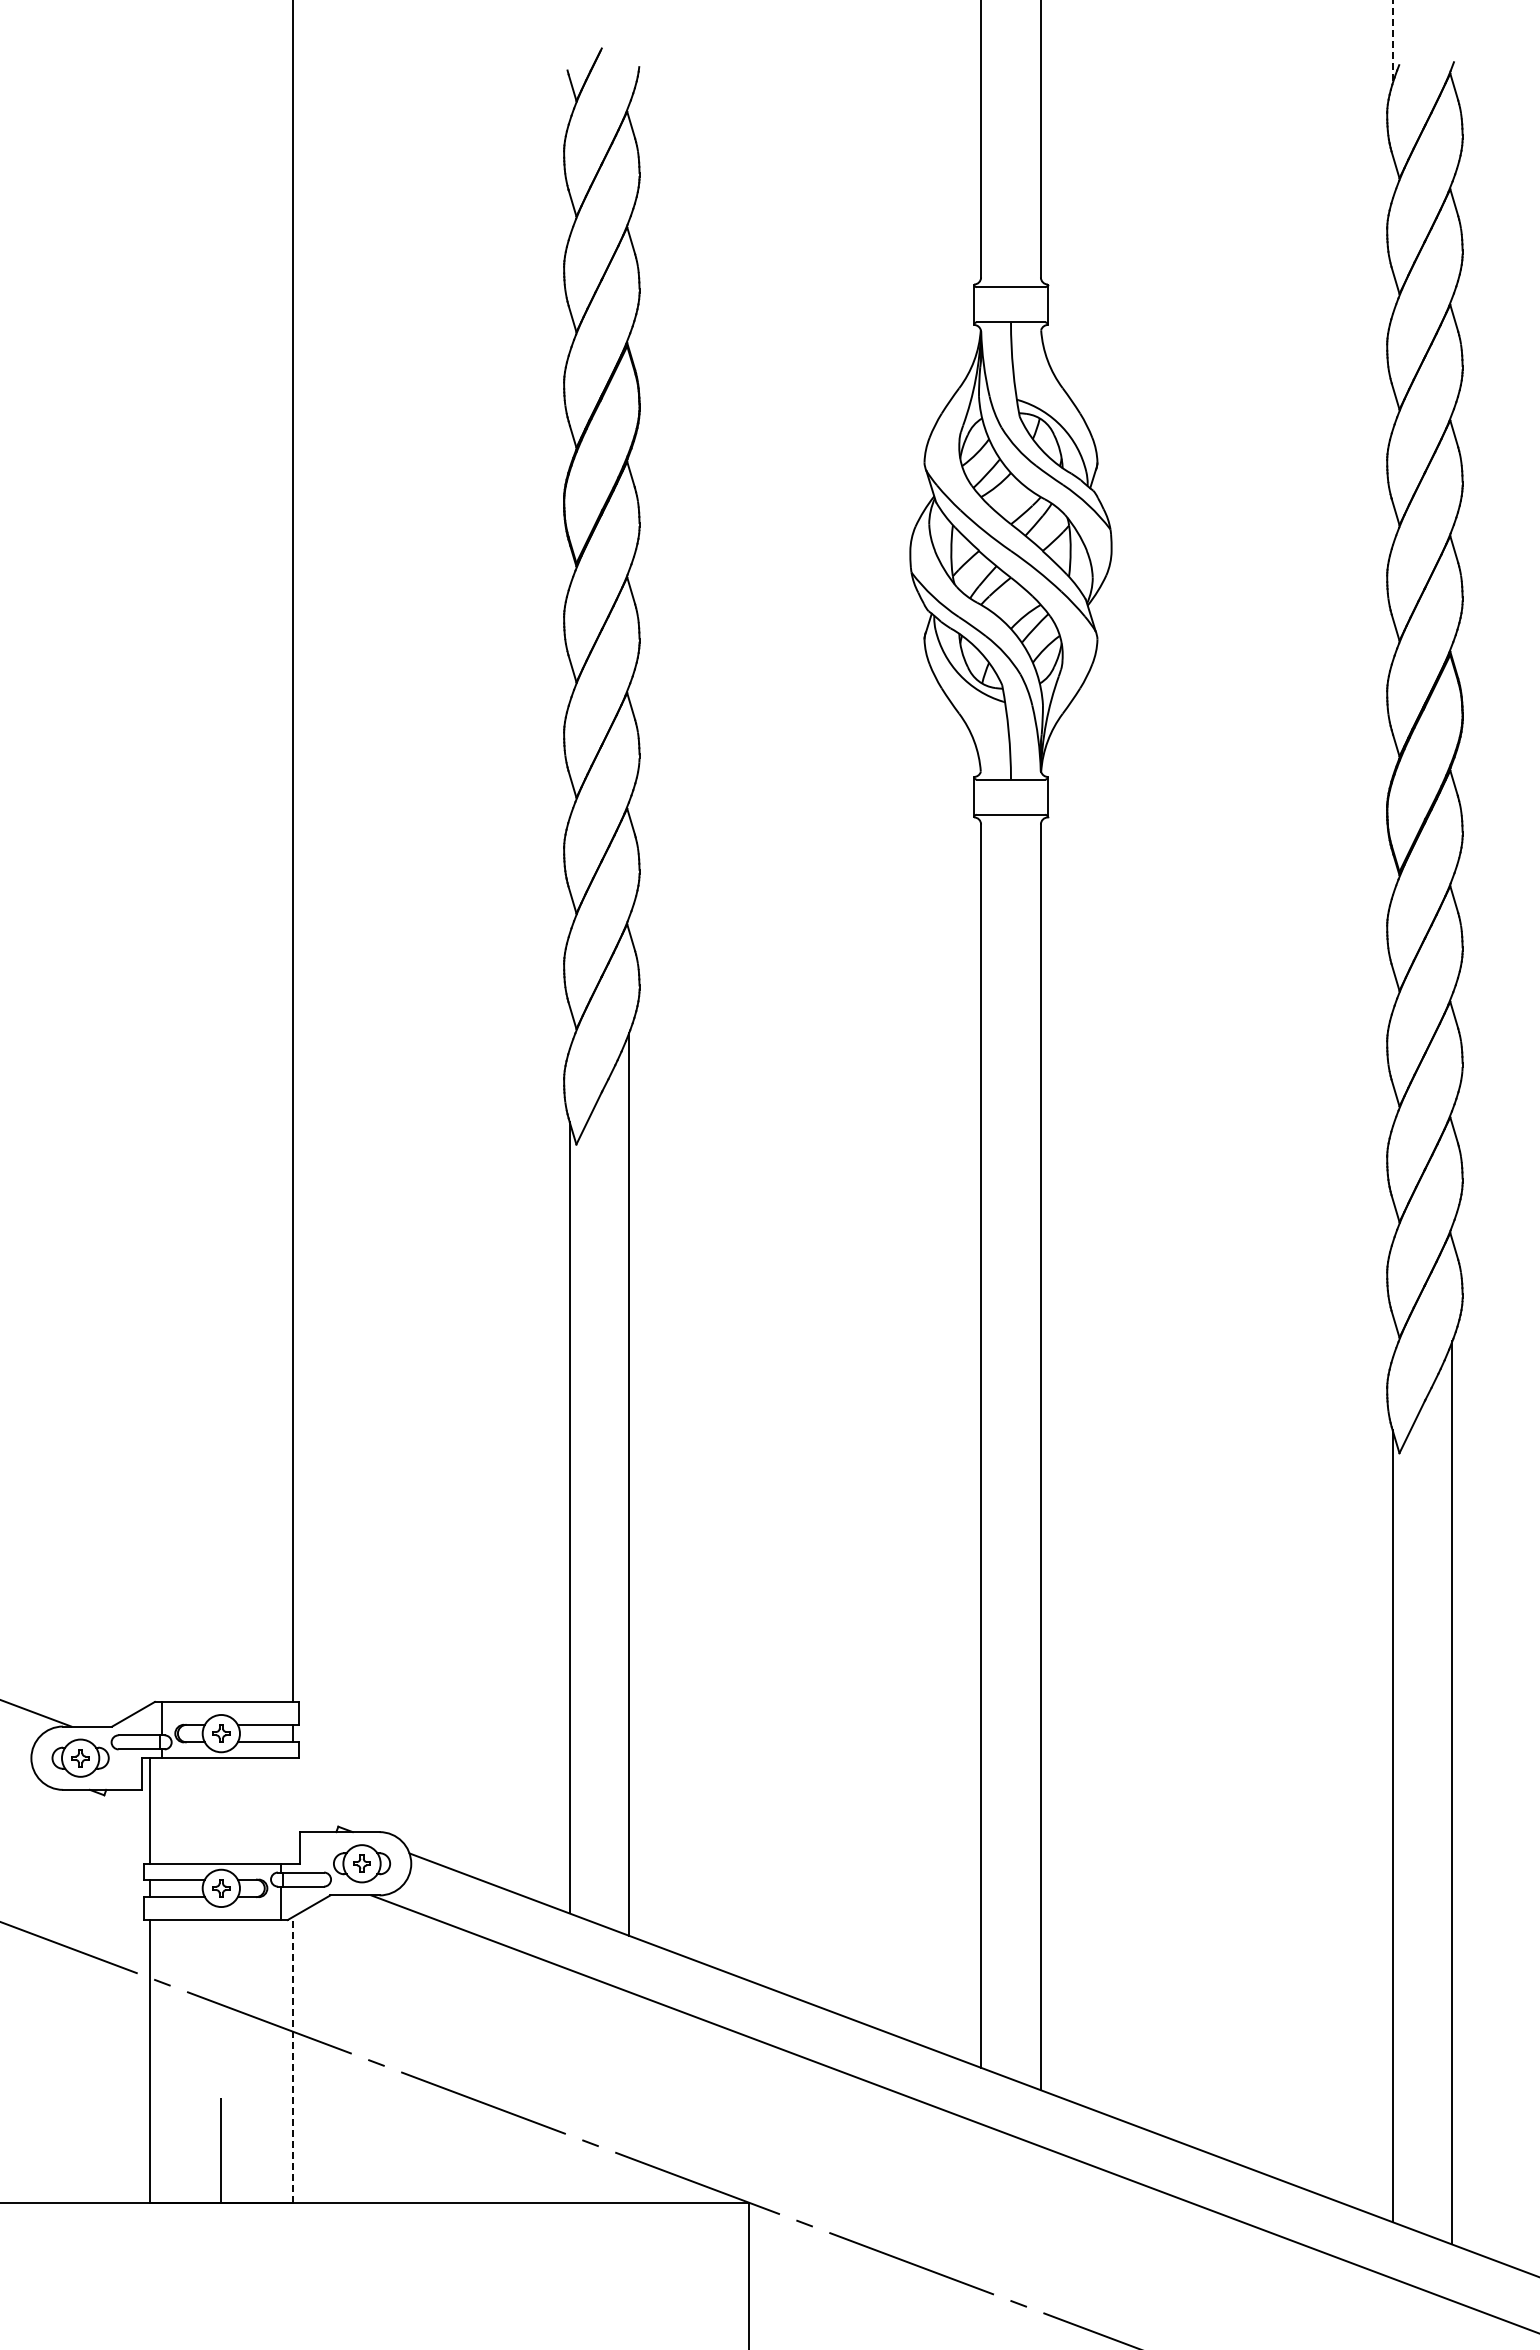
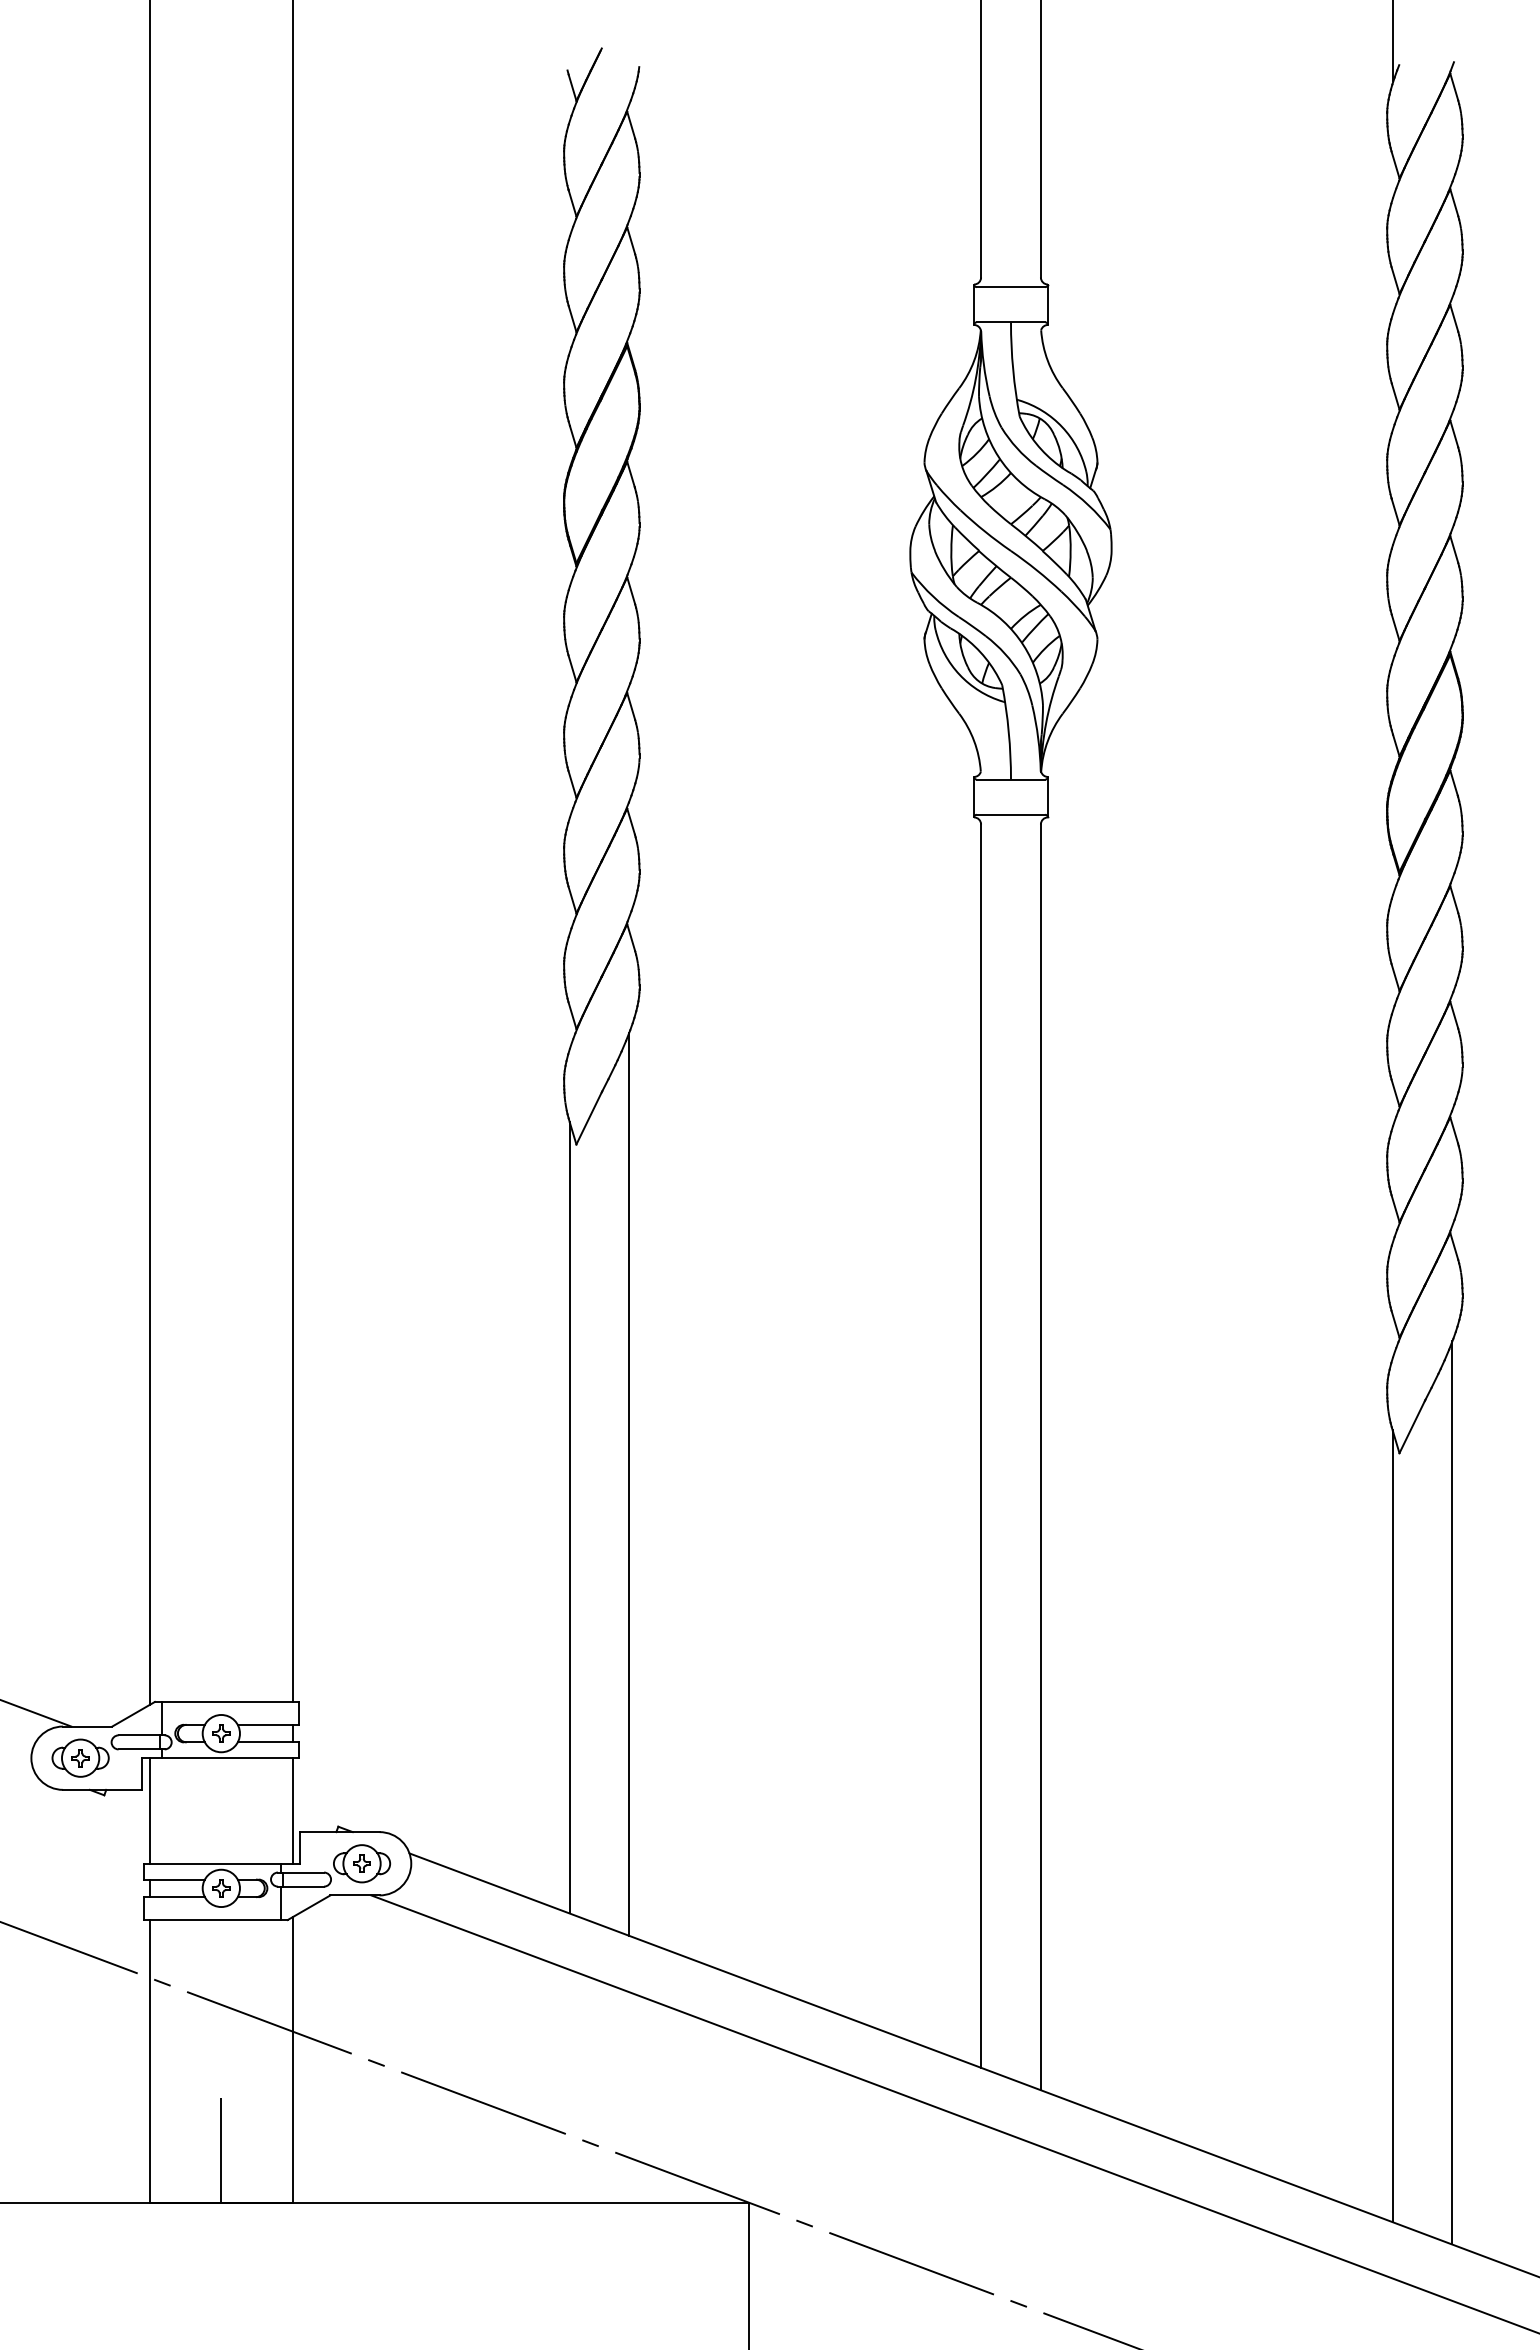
line at (1392, 40): dashed -> solid
line at (150, 853): none -> present
line at (292, 1810): none -> present
line at (292, 2059): dashed -> solid
